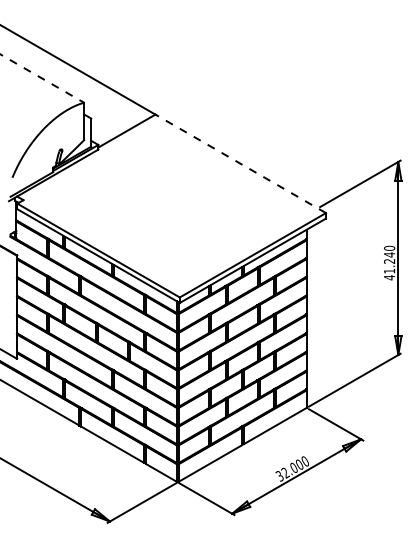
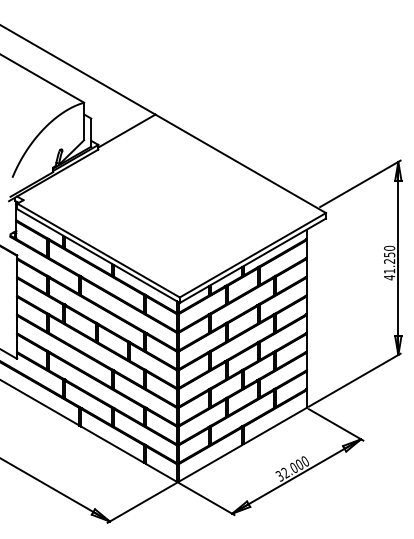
line at (42, 78): dashed -> solid
line at (240, 163): dashed -> solid
text at (389, 254): 41.240 -> 41.250
